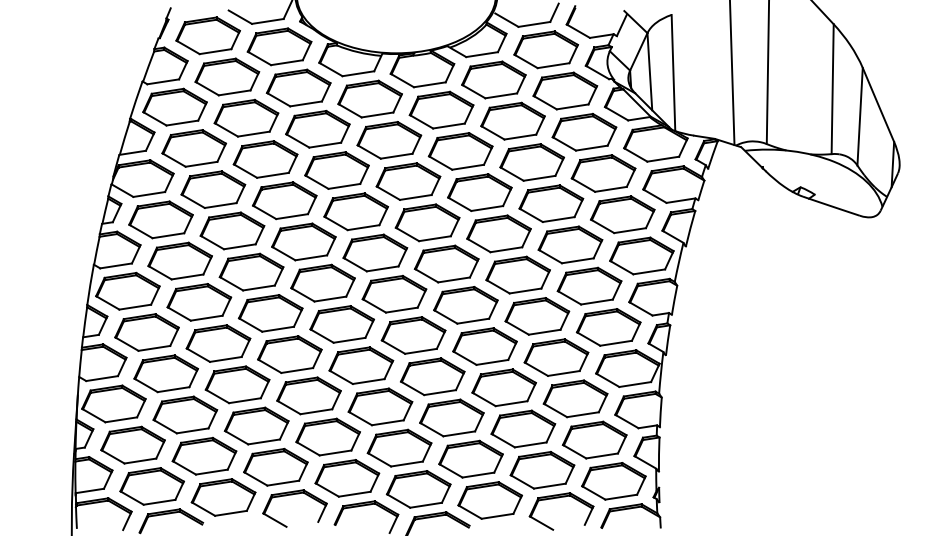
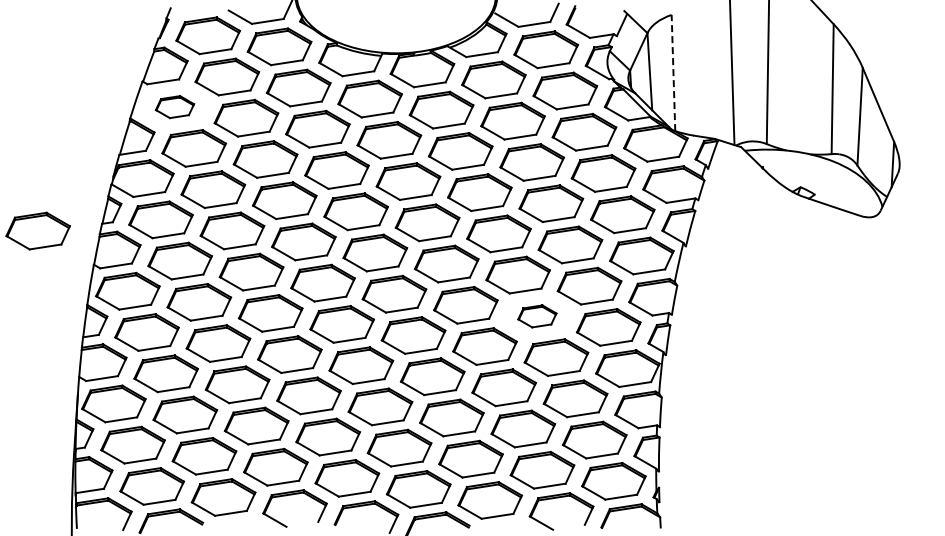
line at (673, 72): solid -> dashed
part at (174, 106) size: 66x40 px -> 42x25 px
part at (37, 230): none -> present
part at (537, 316) size: 67x39 px -> 41x25 px
